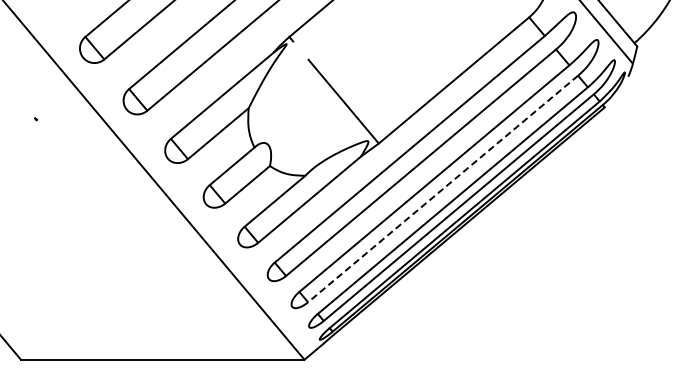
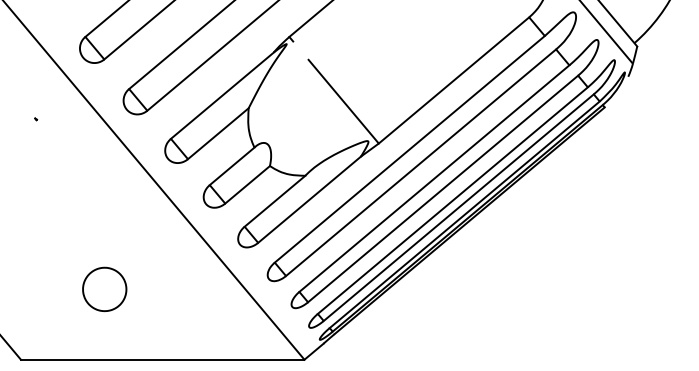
line at (442, 189): dashed -> solid
part at (104, 288): none -> present
